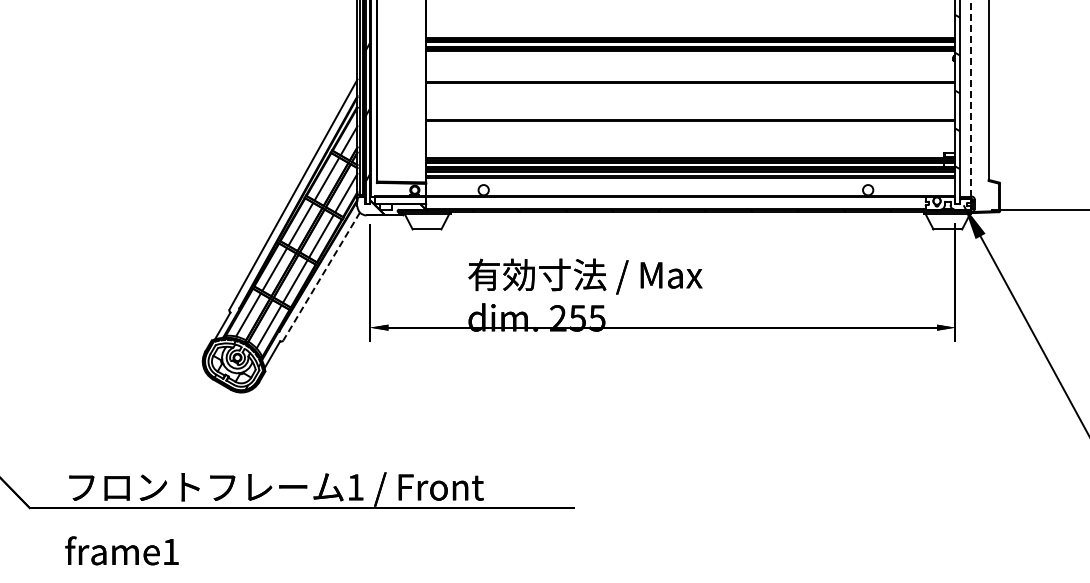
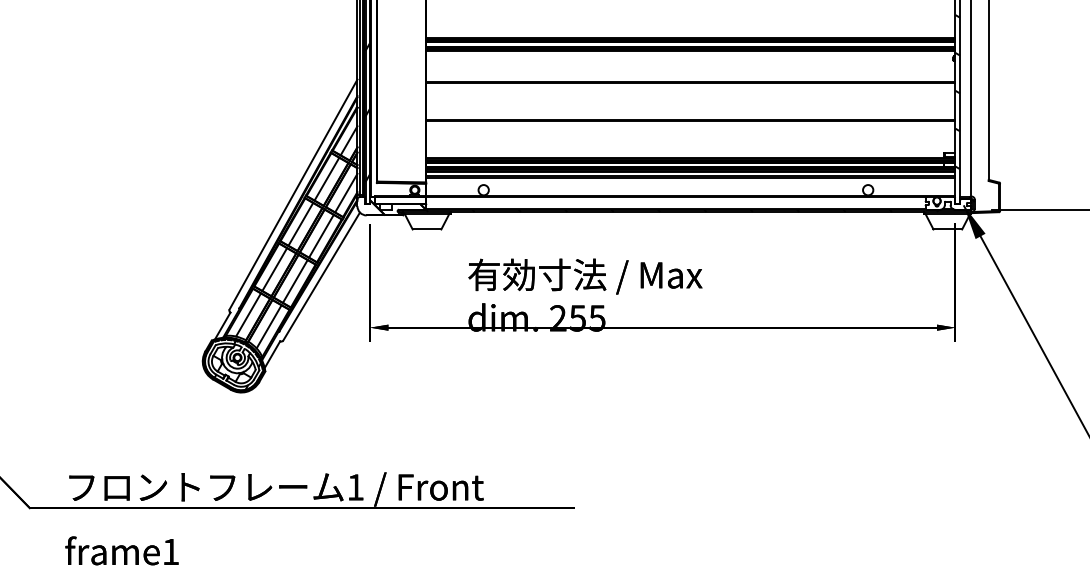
line at (971, 98): dashed -> solid
line at (321, 276): dashed -> solid
